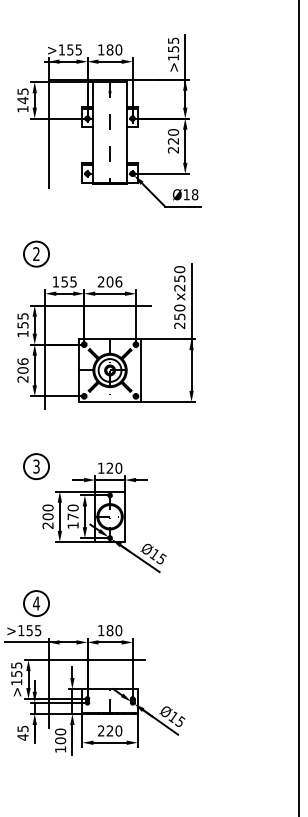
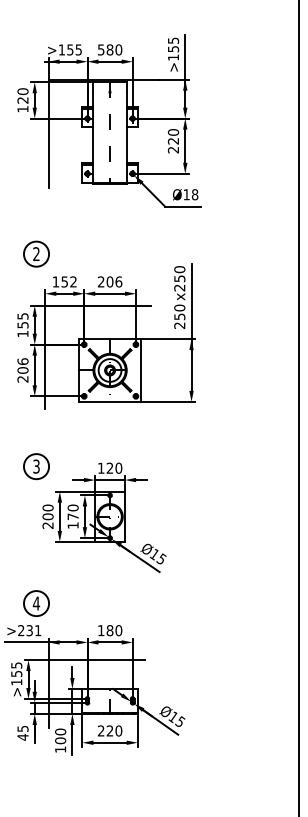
text at (101, 49): 180 -> 580
text at (22, 96): 145 -> 120
text at (73, 281): 155 -> 152
text at (29, 630): >155 -> >231
